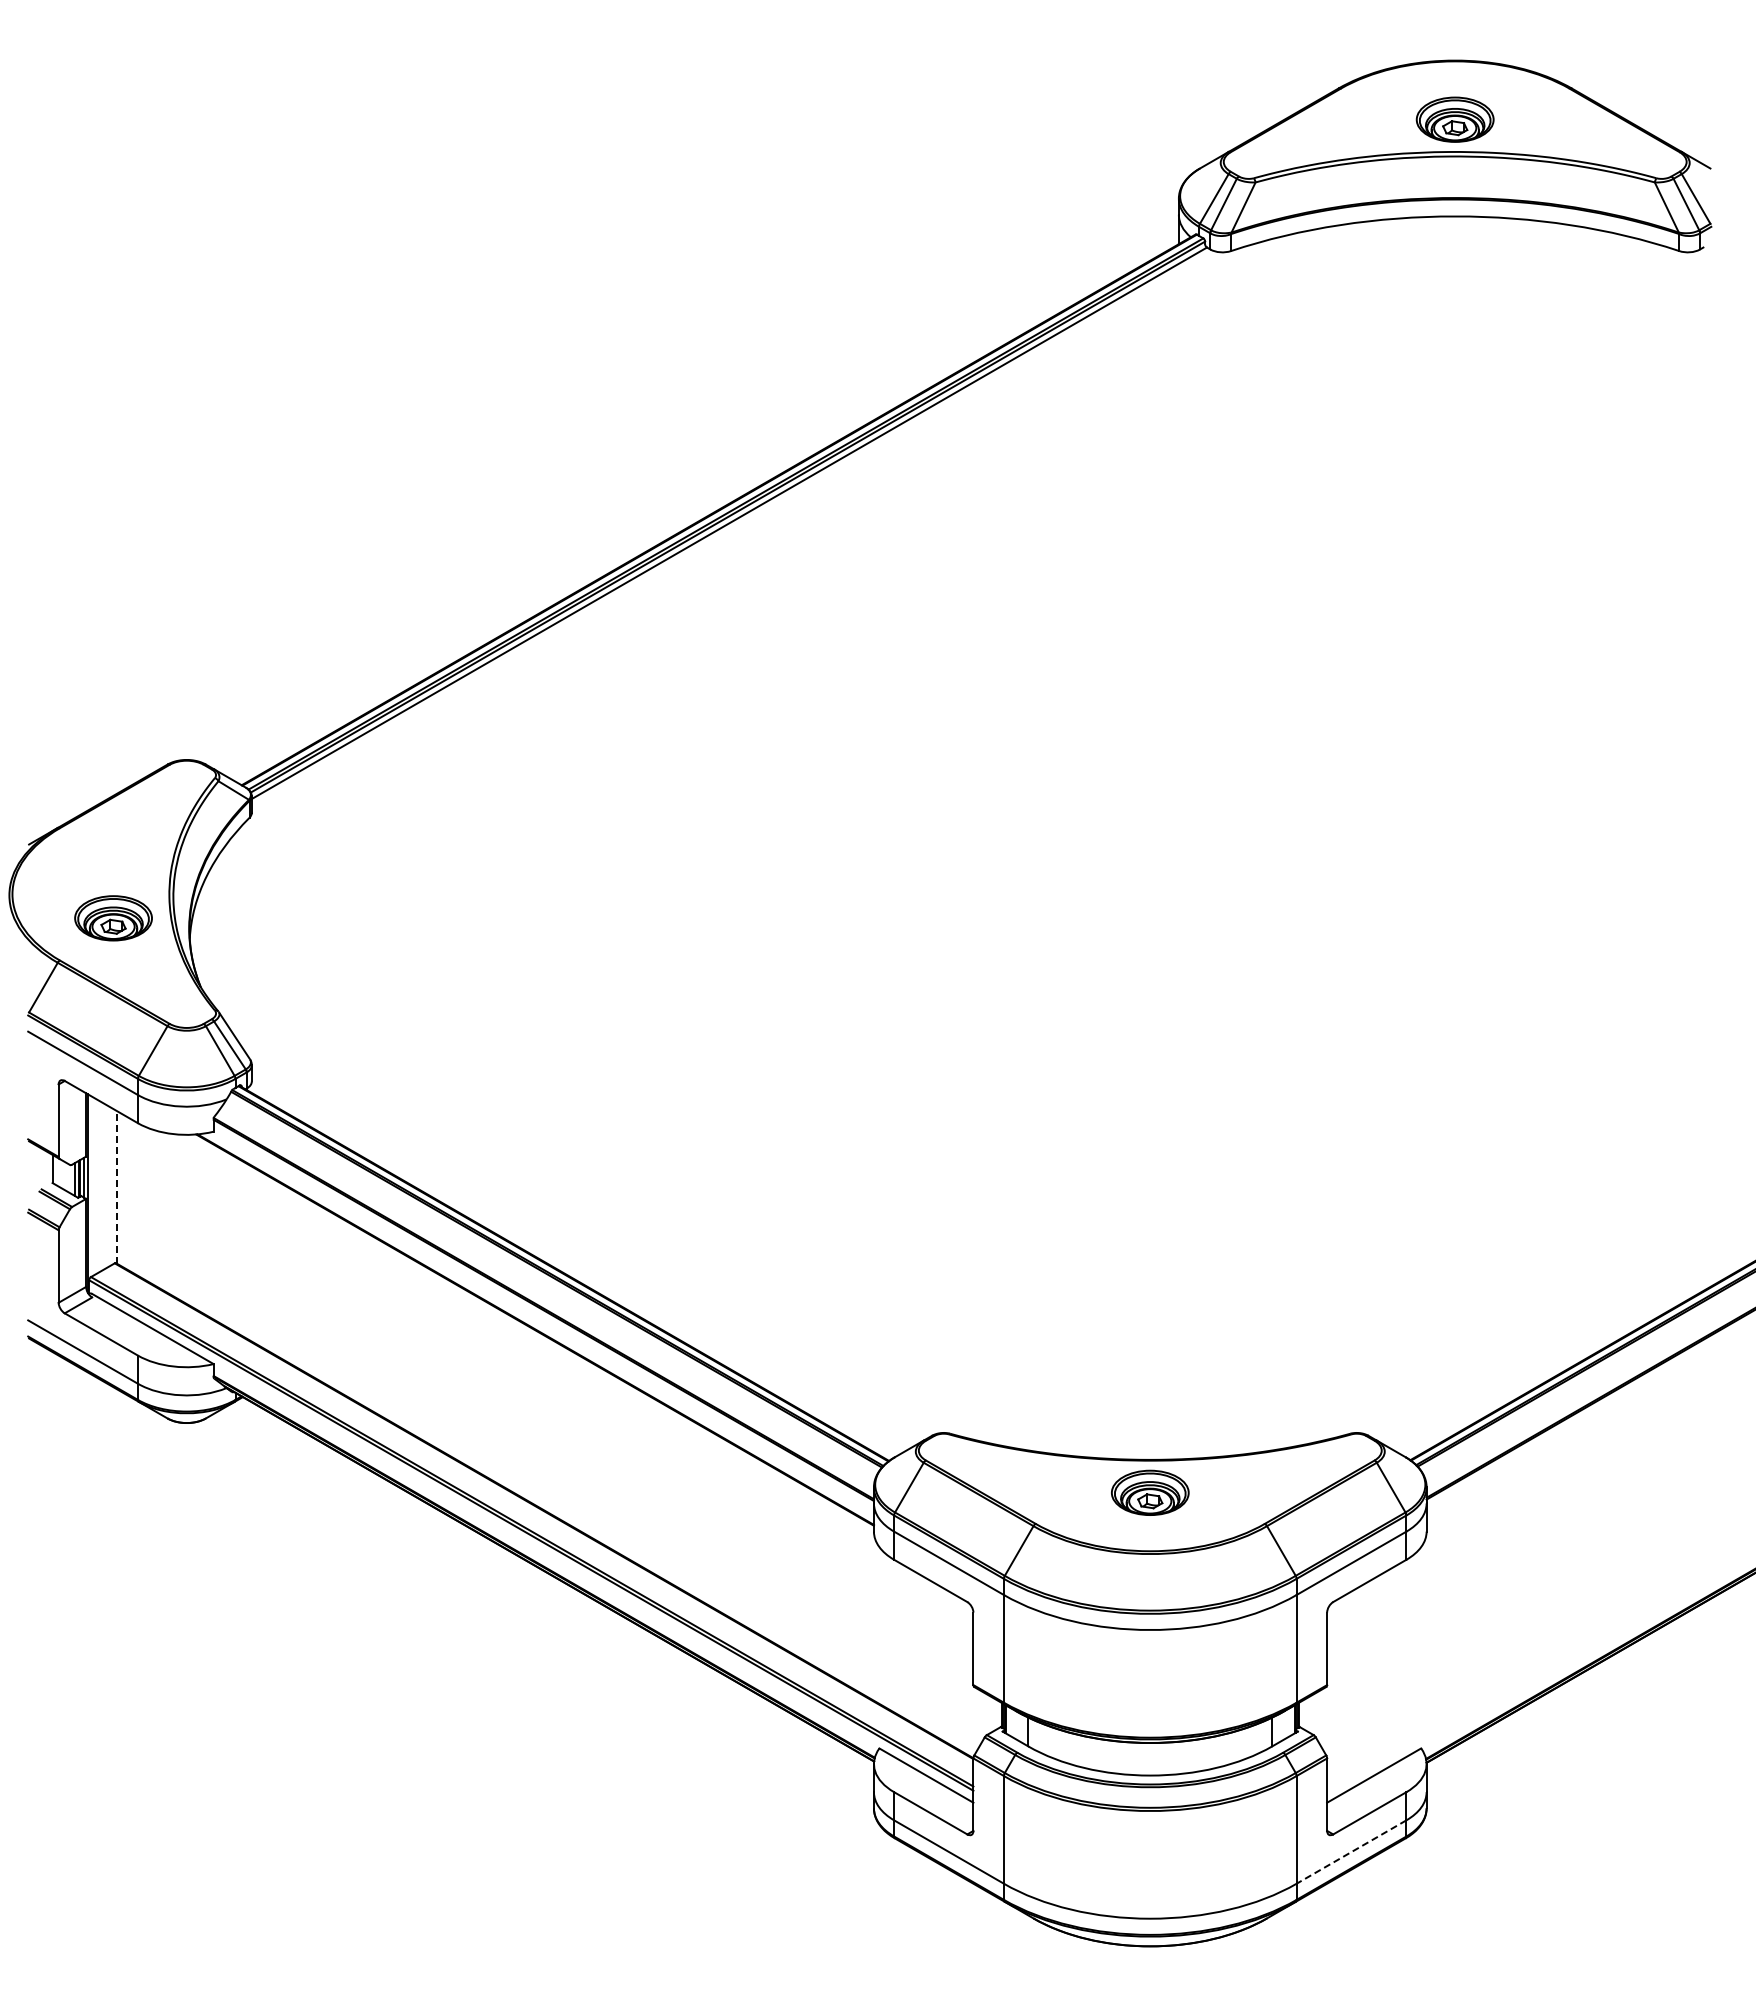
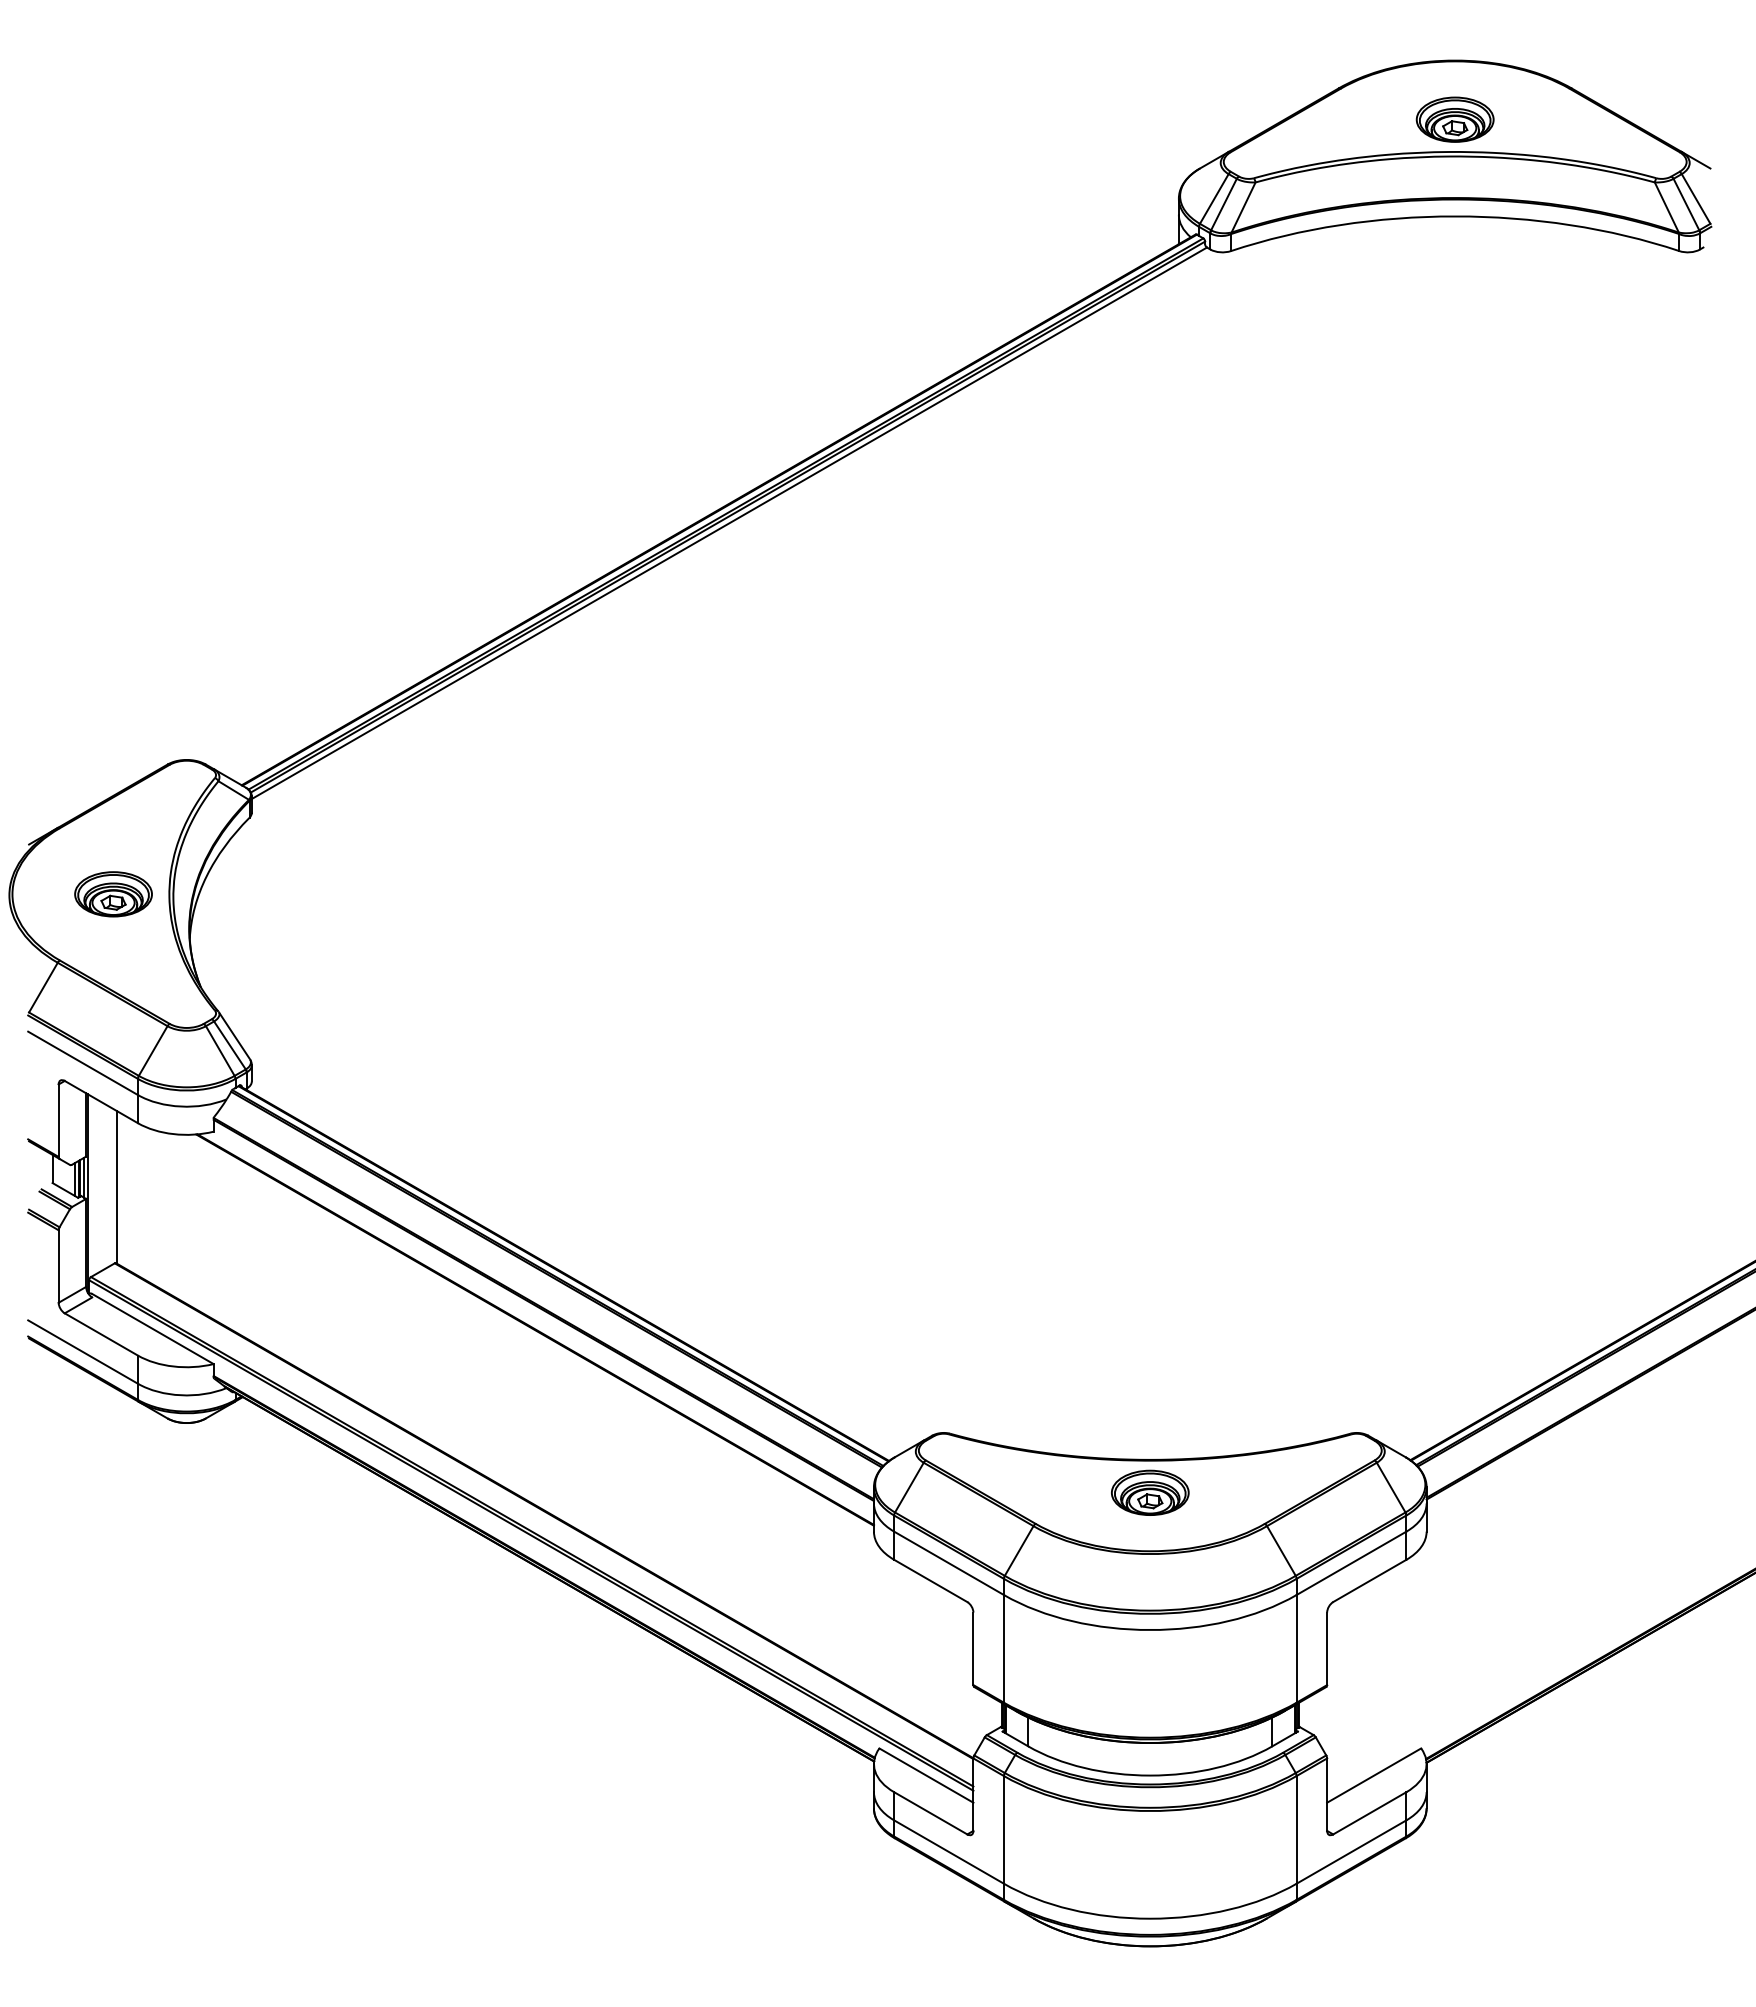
part at (113, 918) position: (113, 918) -> (113, 894)
line at (116, 1186): dashed -> solid
line at (1351, 1852): dashed -> solid
